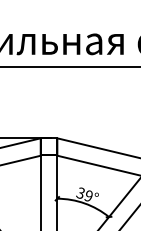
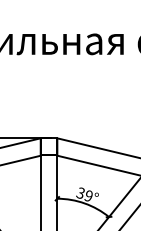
line at (69, 66): present -> none
